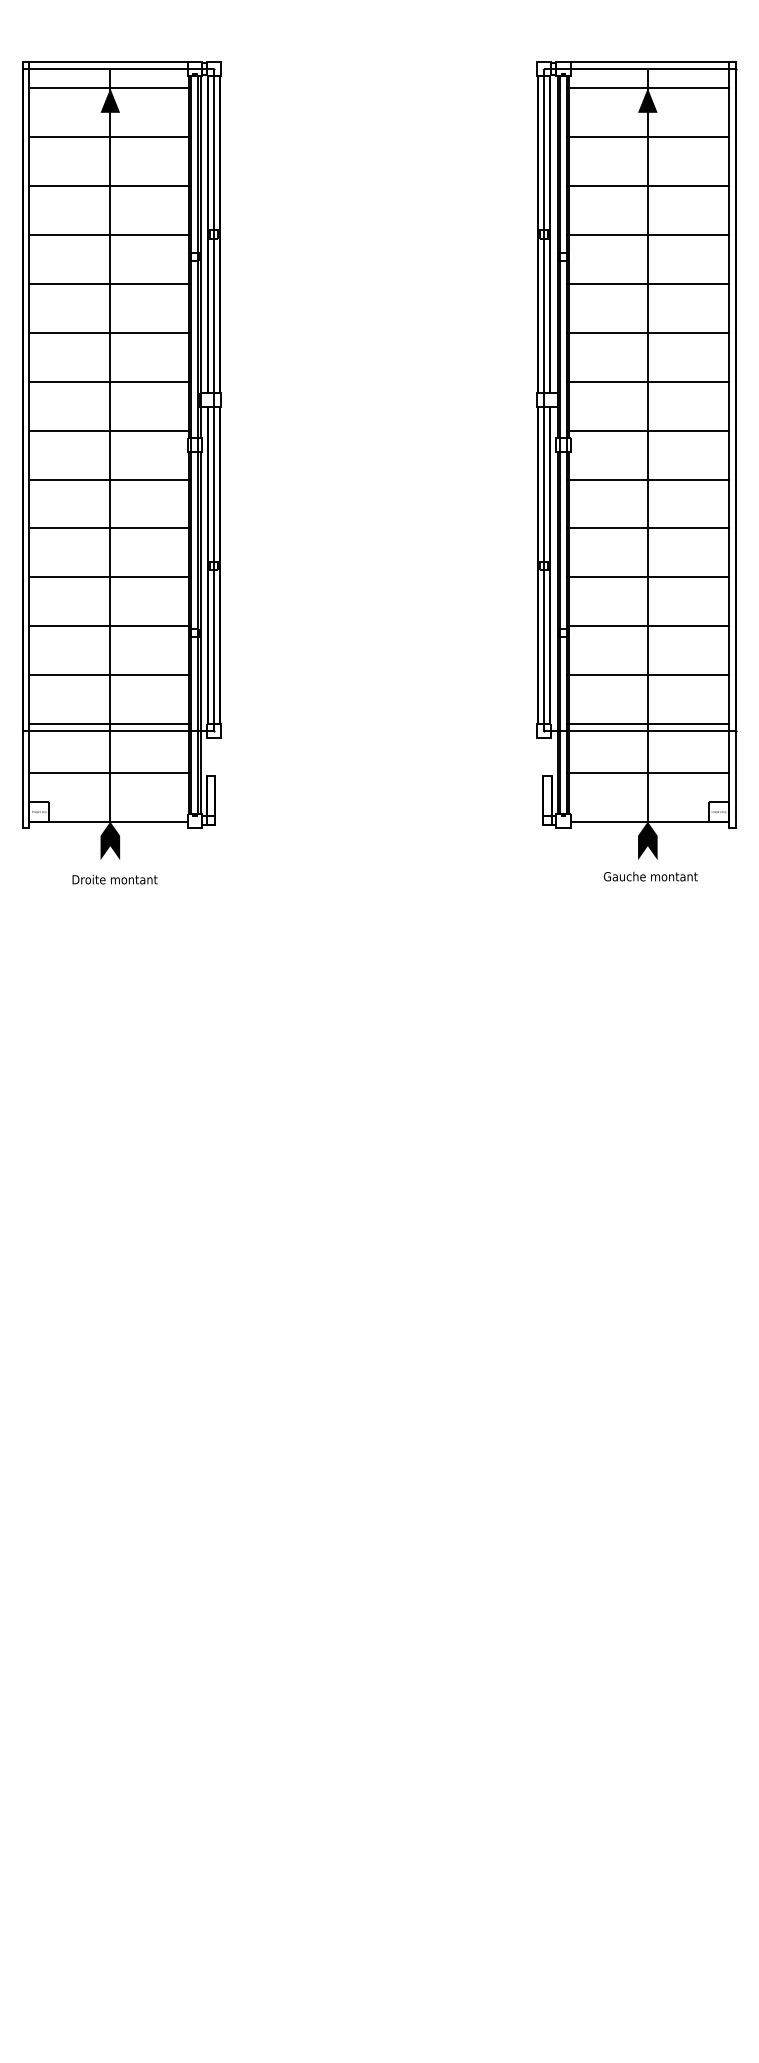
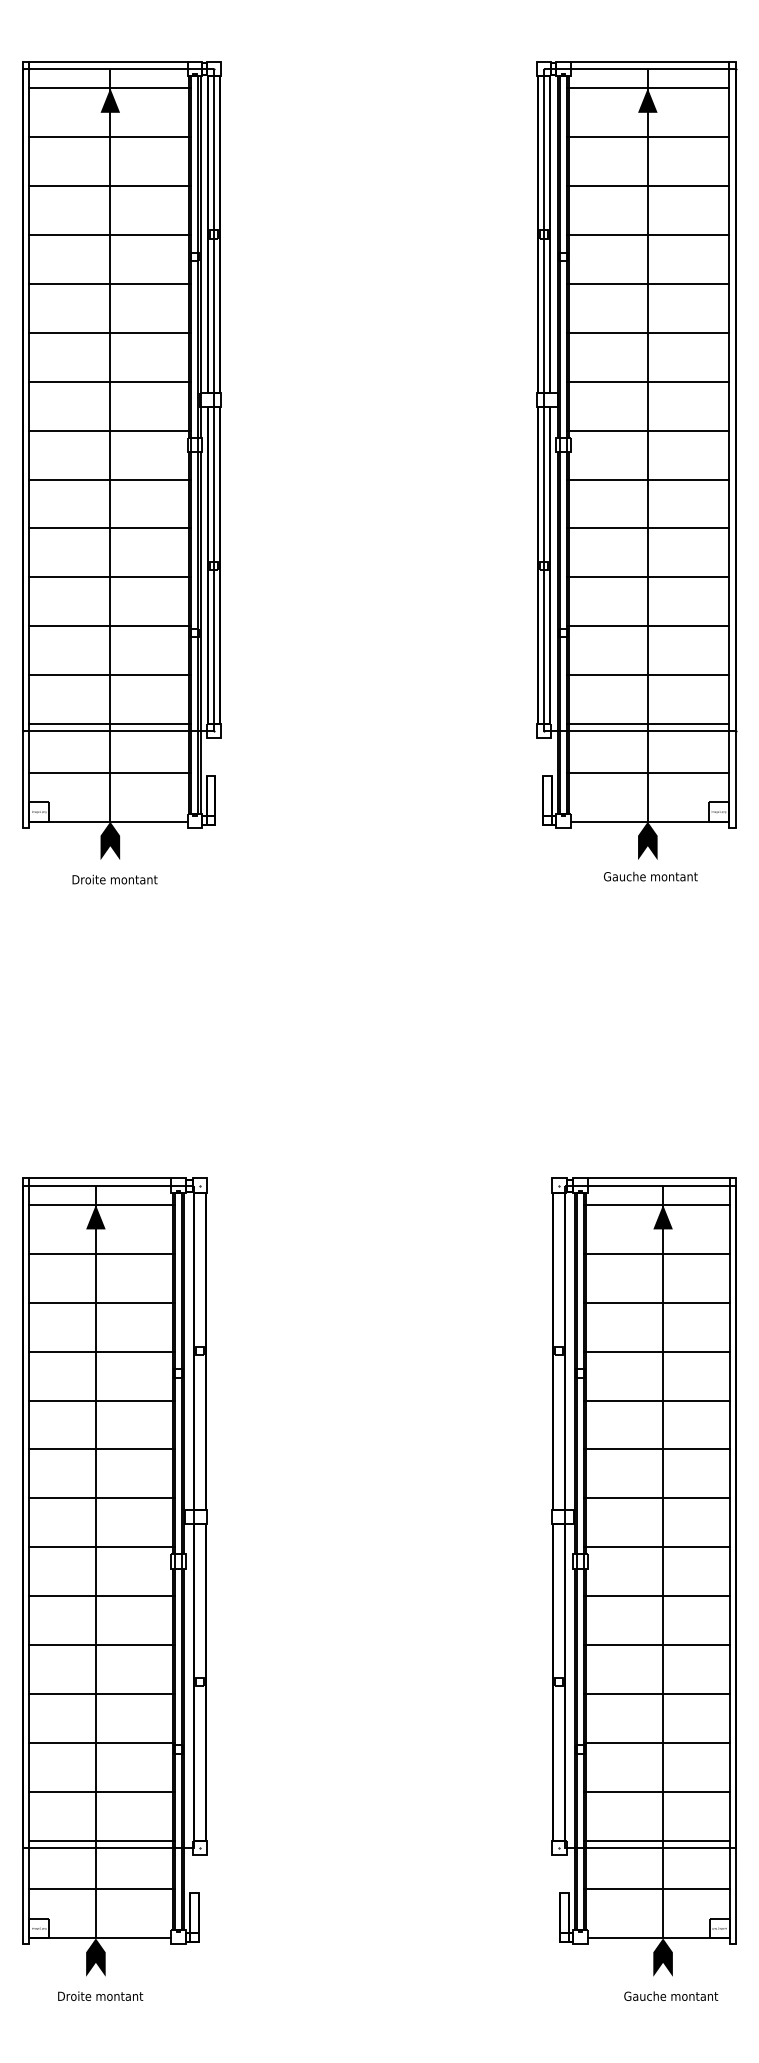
part at (114, 1588): none -> present
part at (643, 1588): none -> present
